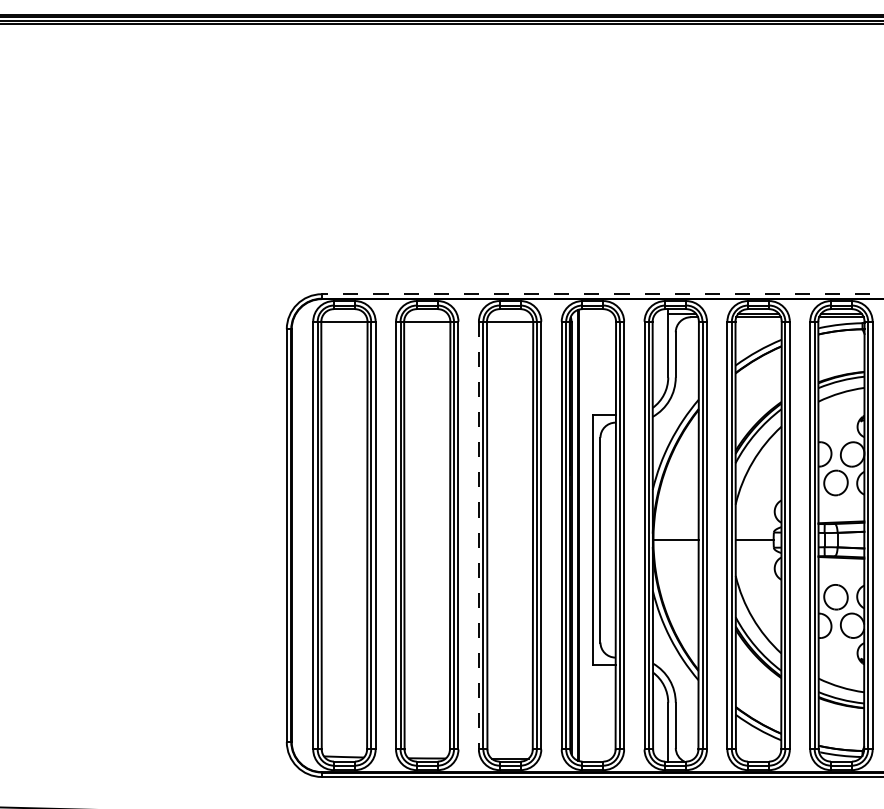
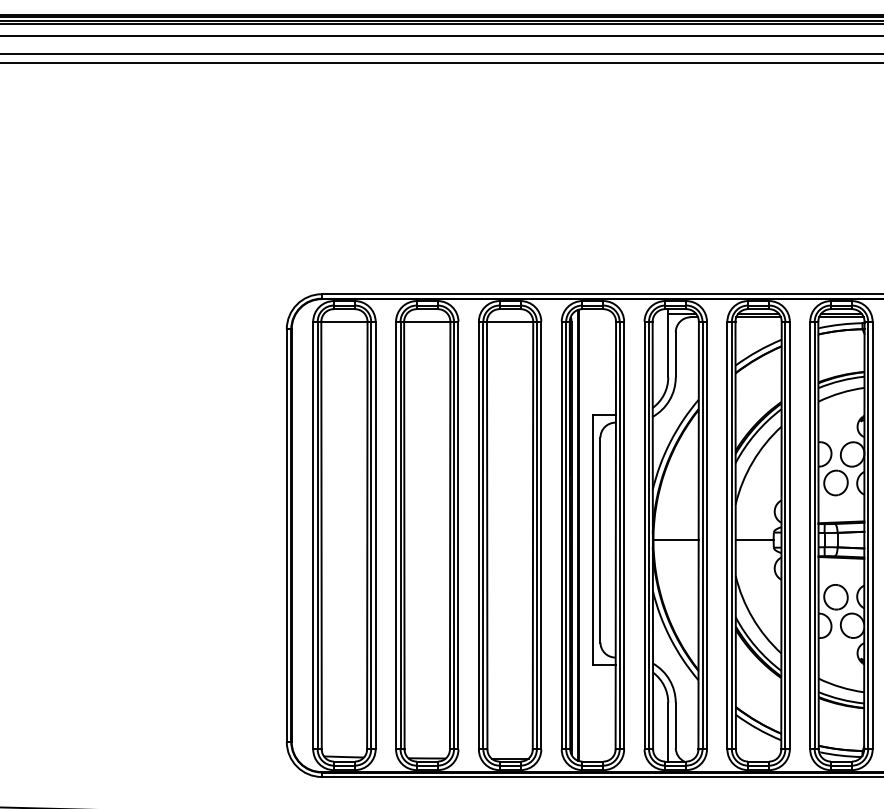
line at (441, 35): none -> present
line at (441, 54): none -> present
line at (441, 63): none -> present
line at (602, 294): dashed -> solid
line at (478, 535): dashed -> solid
